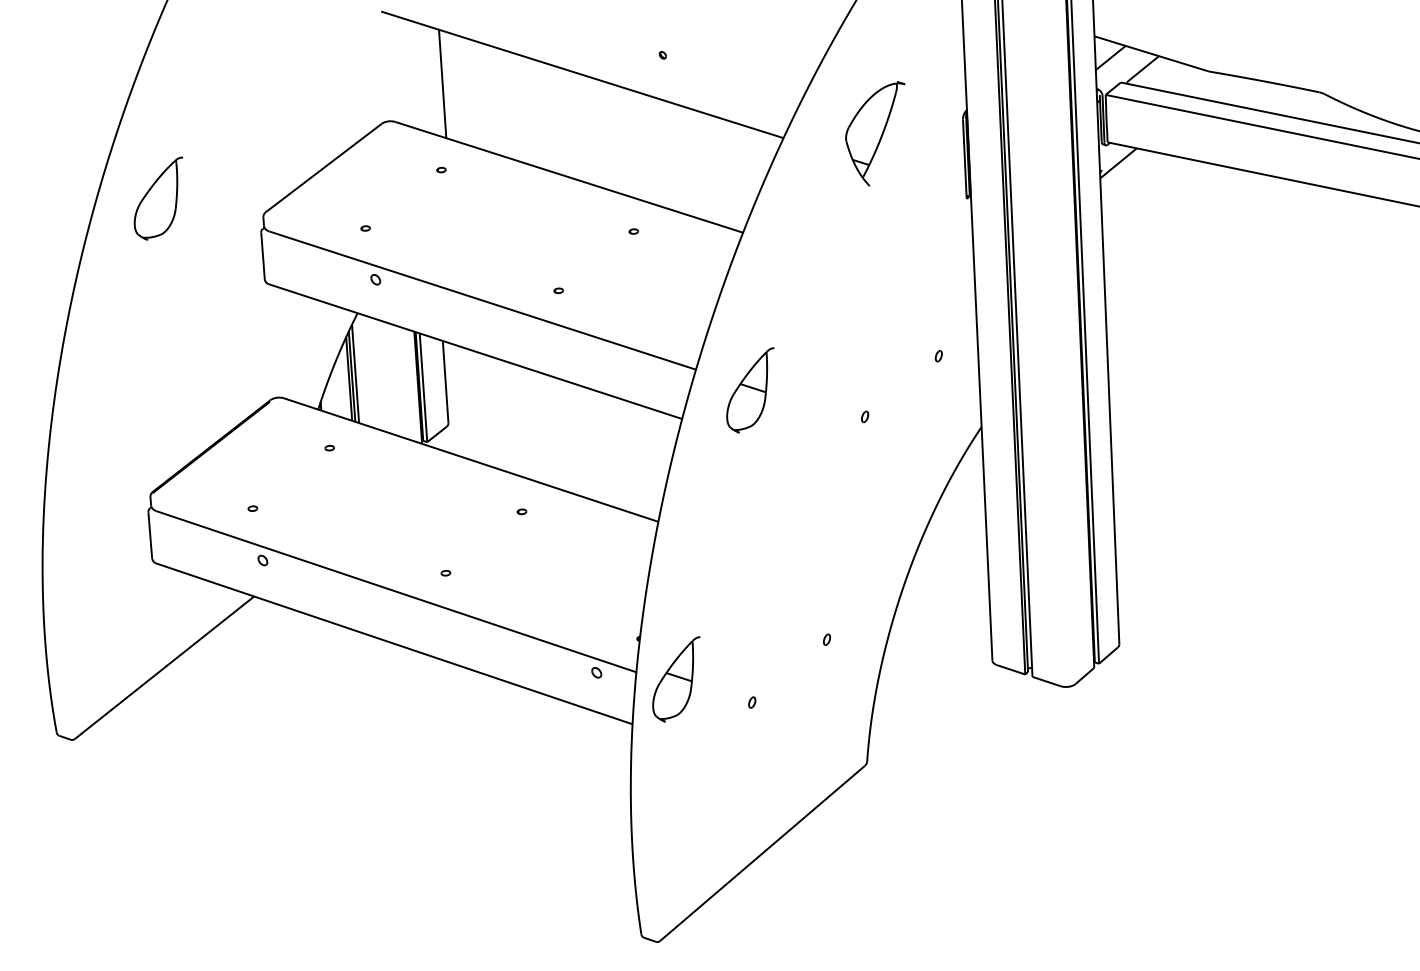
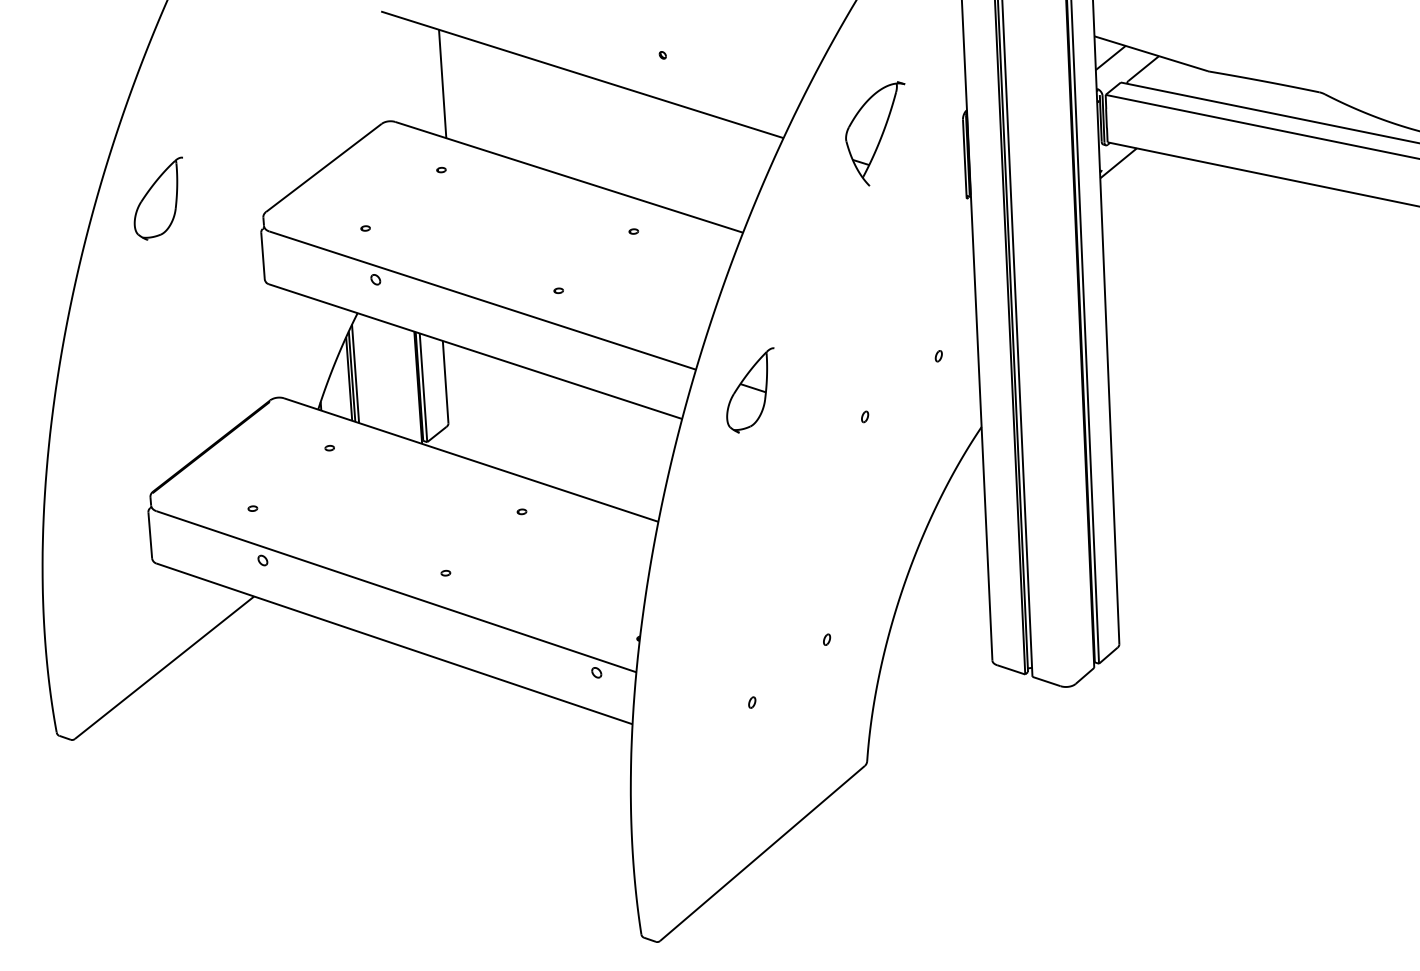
part at (676, 679): present -> none
